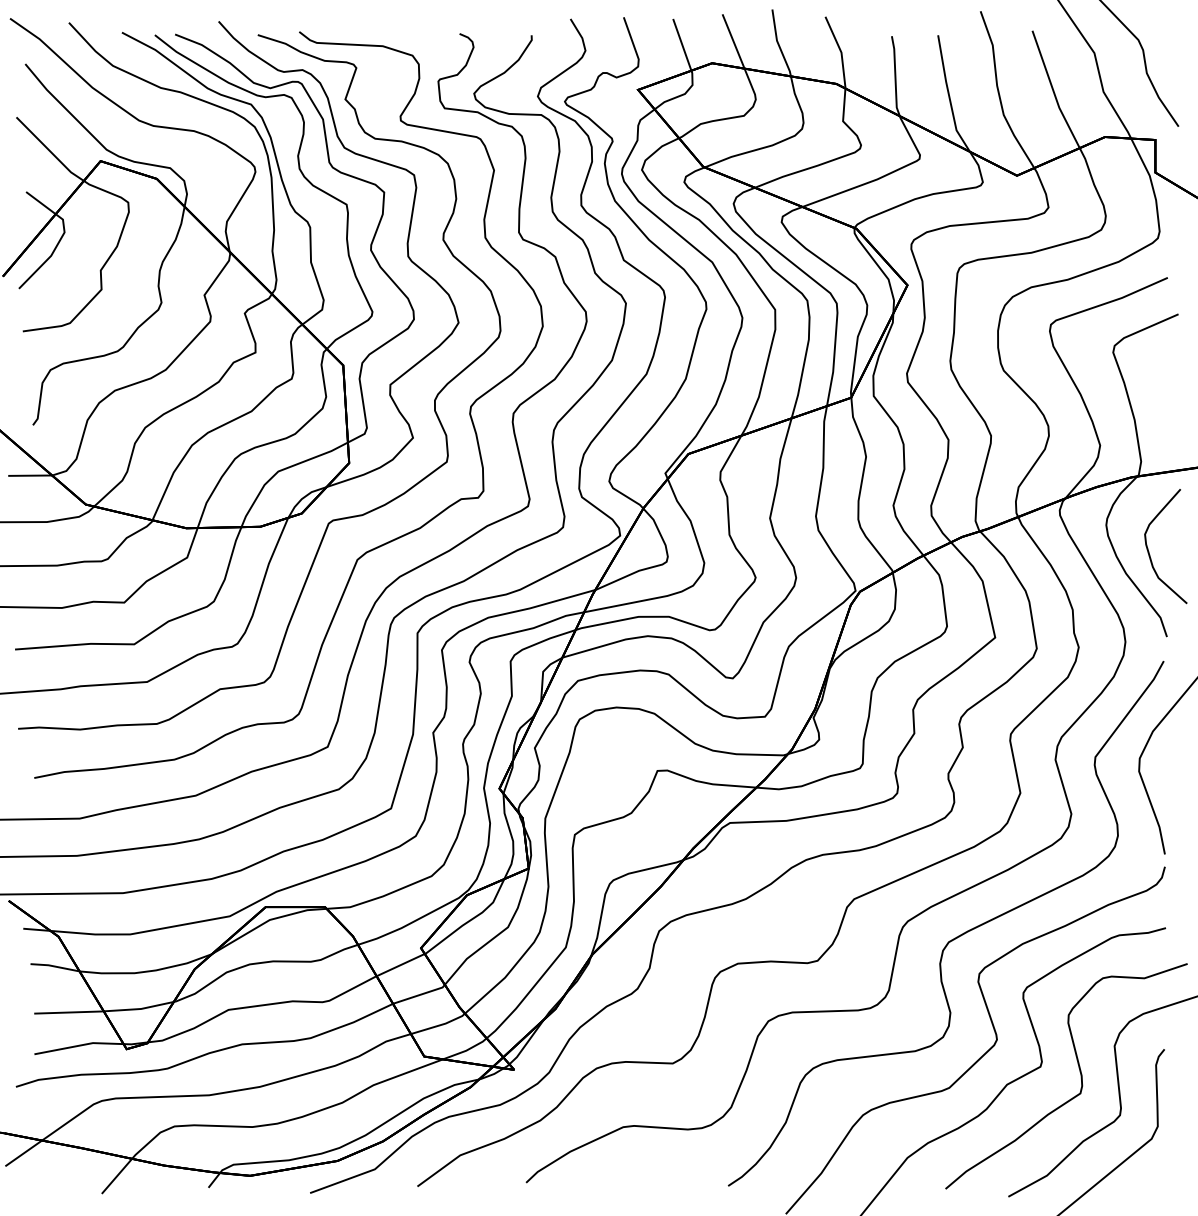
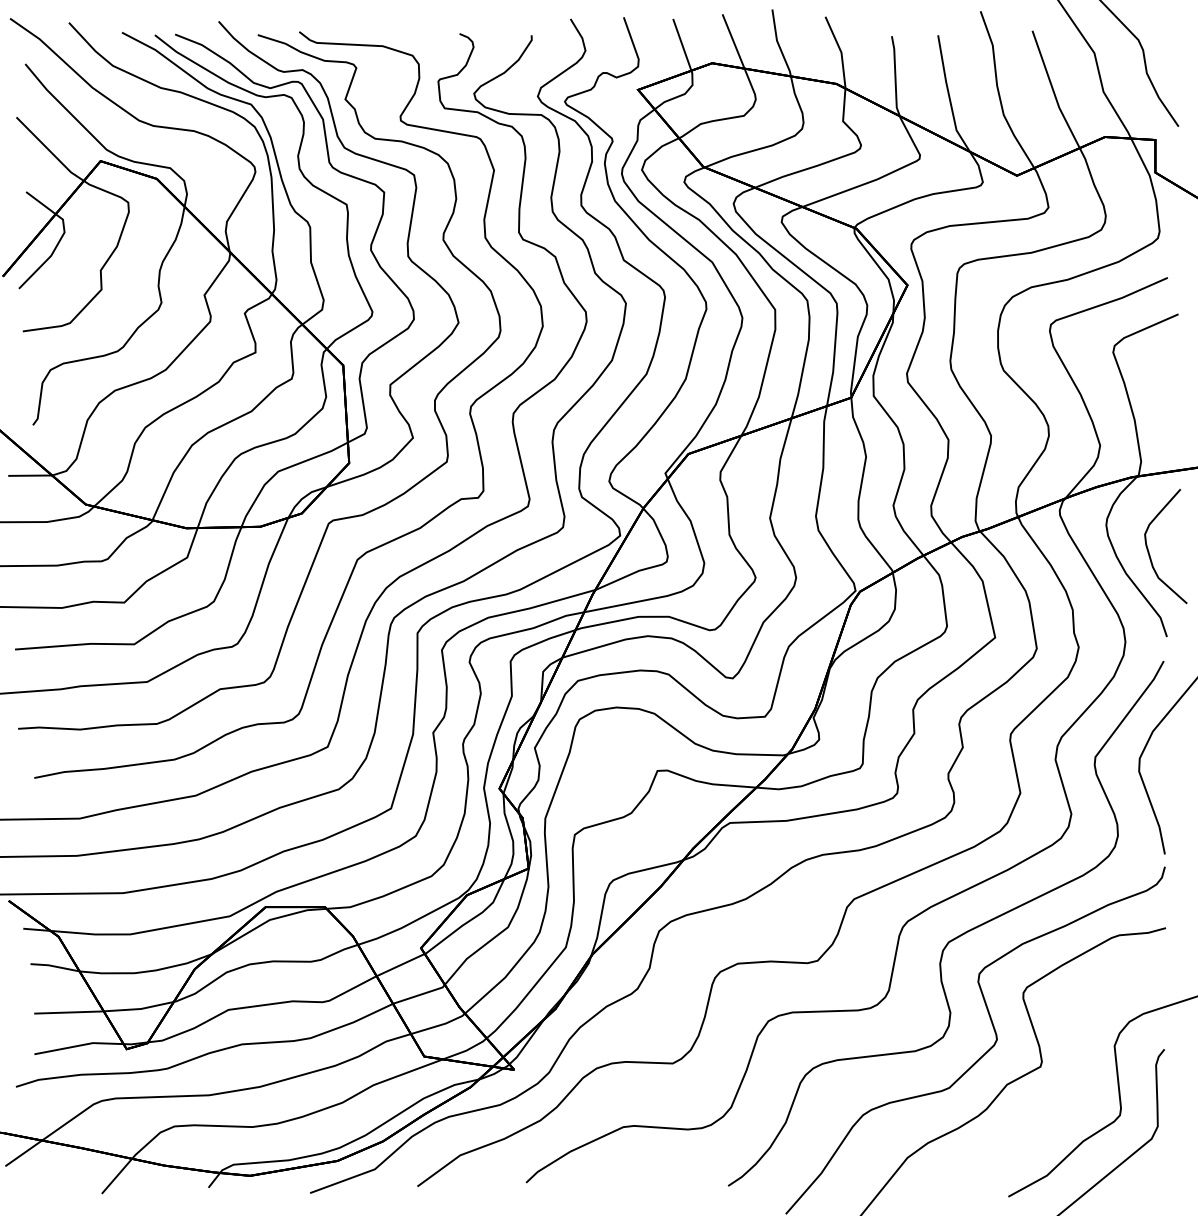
curve at (1079, 1072): present -> none
